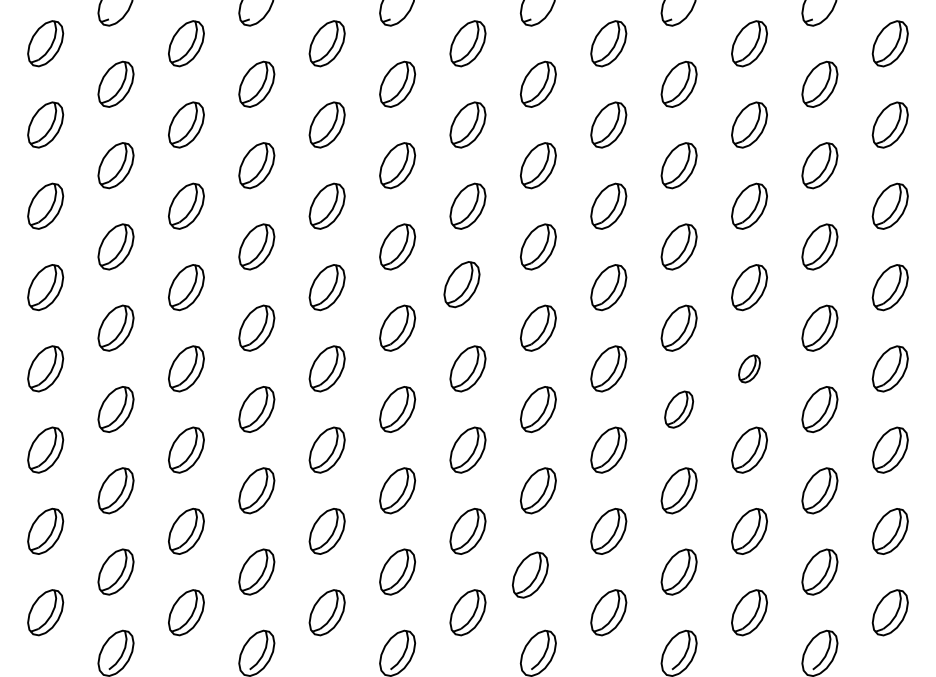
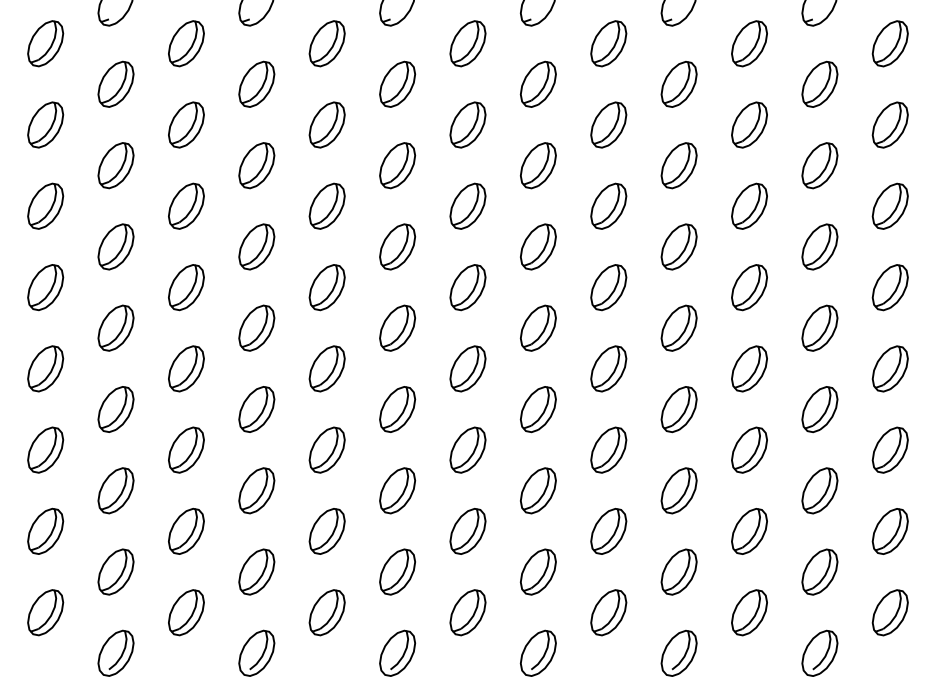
part at (461, 284) position: (461, 284) -> (467, 287)
part at (749, 368) size: 23x30 px -> 37x48 px
part at (679, 409) size: 31x39 px -> 38x48 px
part at (529, 574) position: (529, 574) -> (537, 571)
